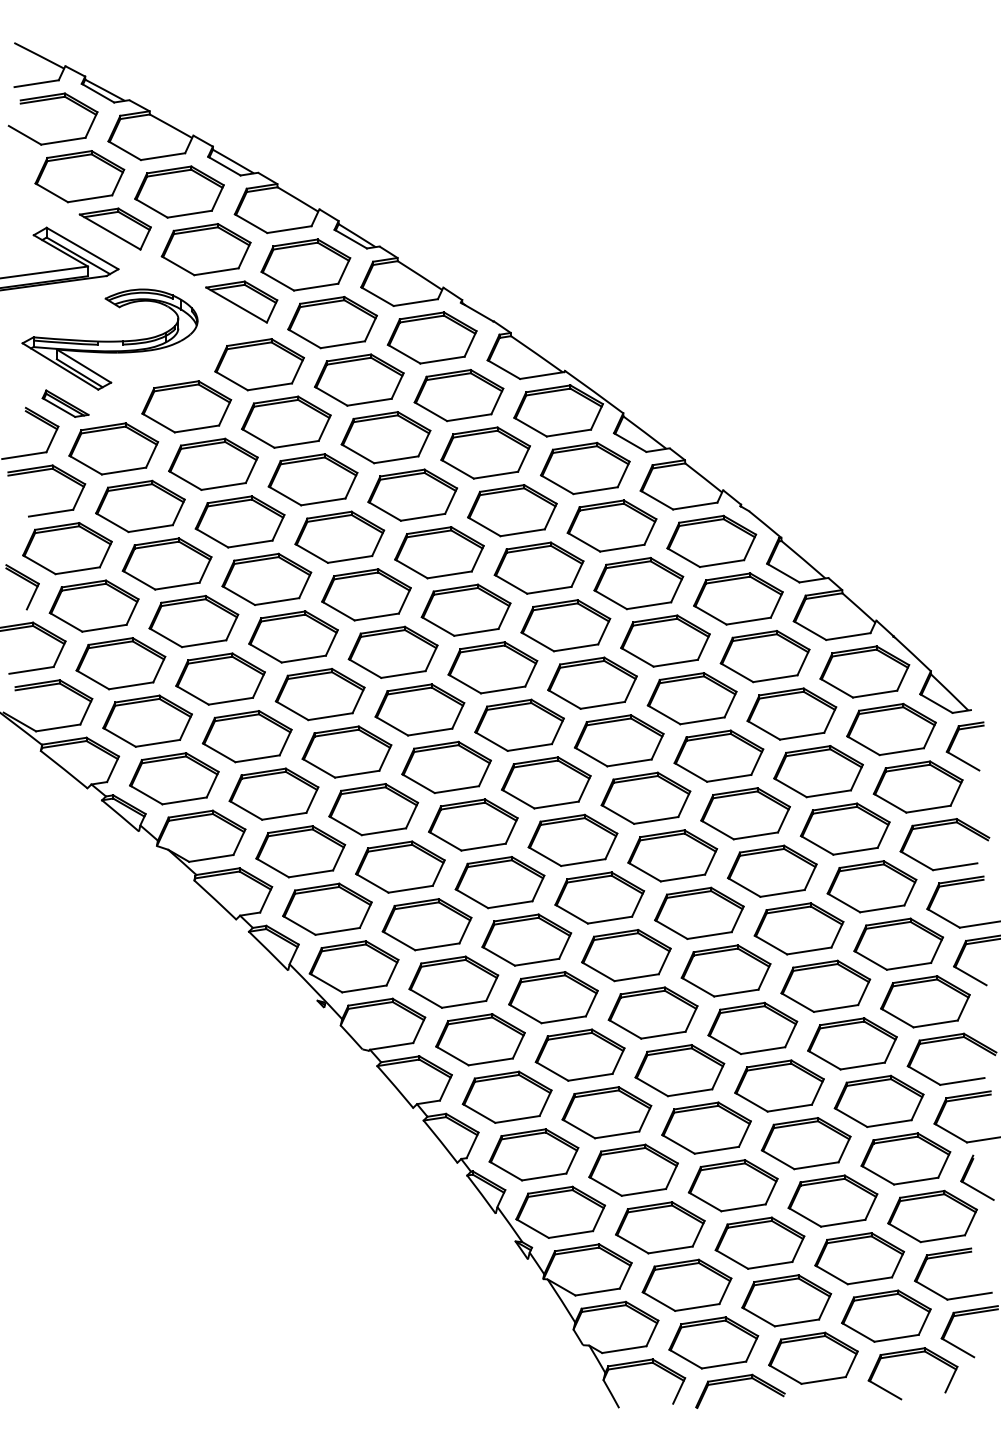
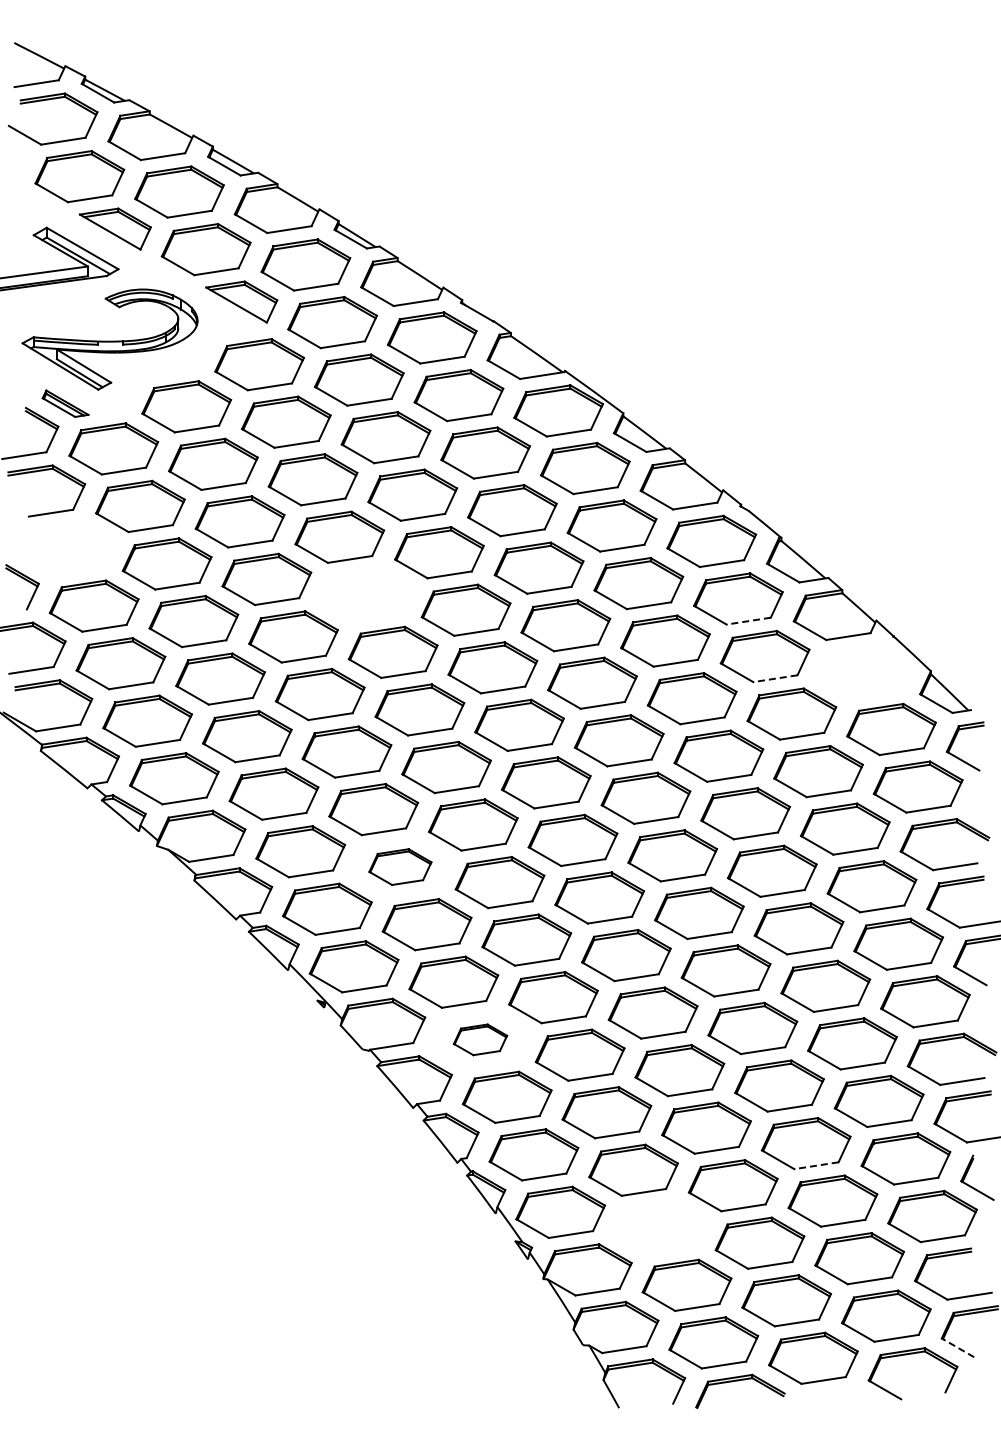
part at (67, 548): present -> none
part at (366, 594): present -> none
line at (748, 621): solid -> dashed
part at (864, 671): present -> none
line at (774, 678): solid -> dashed
part at (400, 866) size: 91x54 px -> 65x38 px
part at (480, 1039) size: 91x54 px -> 57x34 px
line at (816, 1165): solid -> dashed
part at (660, 1227): present -> none
line at (957, 1347): solid -> dashed
